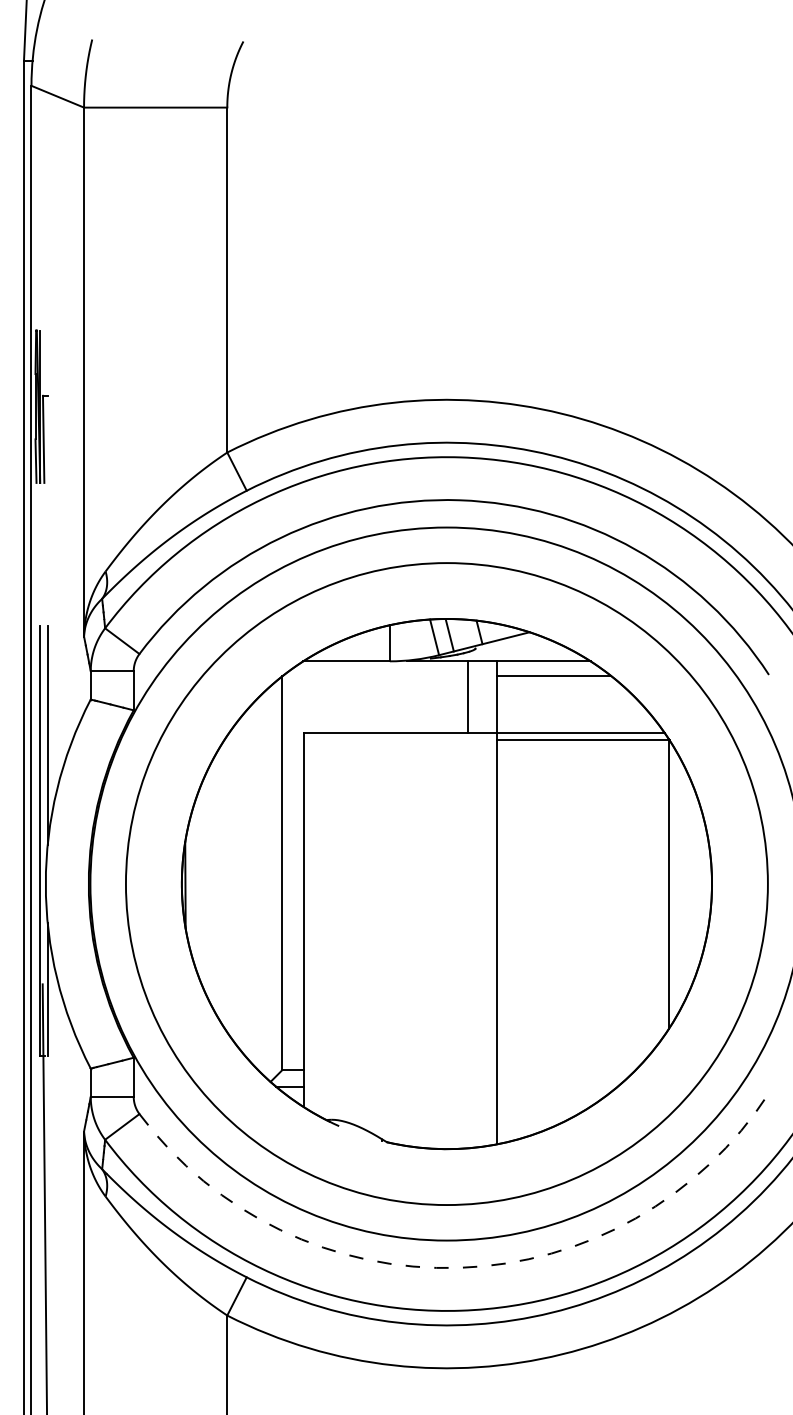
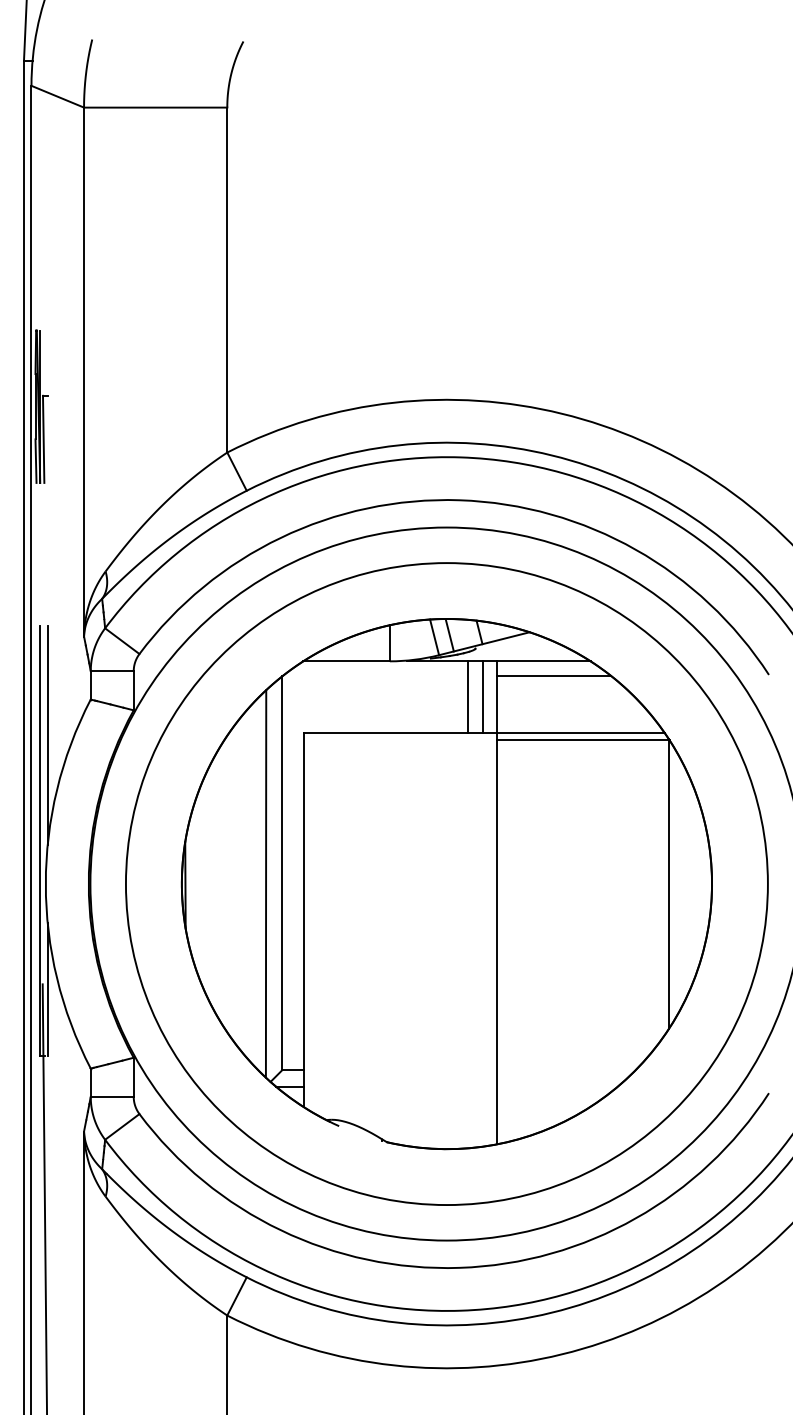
line at (482, 696): none -> present
line at (265, 883): none -> present
arc at (459, 1267): dashed -> solid
